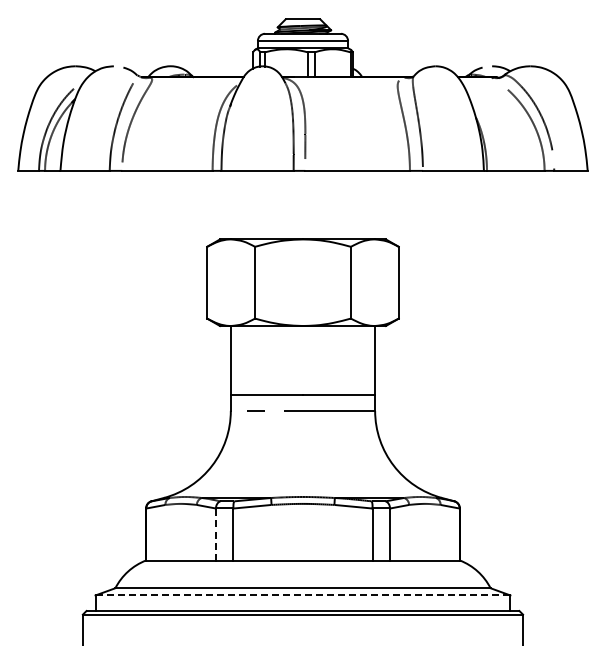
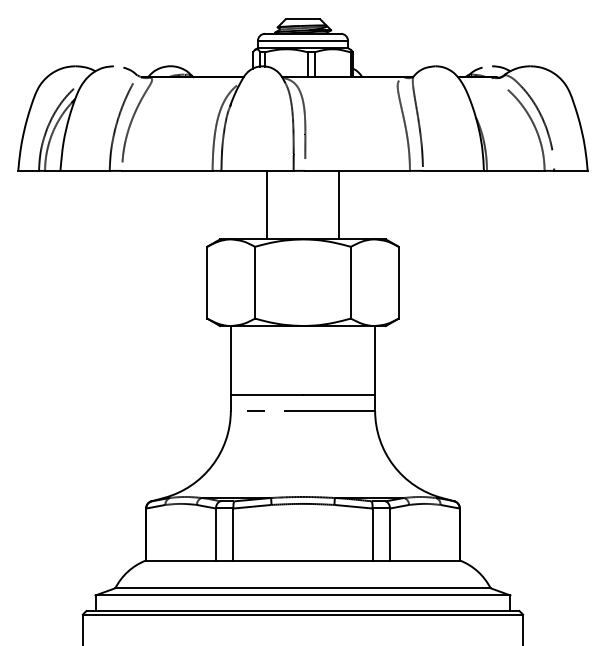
line at (266, 204): none -> present
line at (339, 204): none -> present
line at (215, 534): dashed -> solid
line at (302, 595): dashed -> solid
